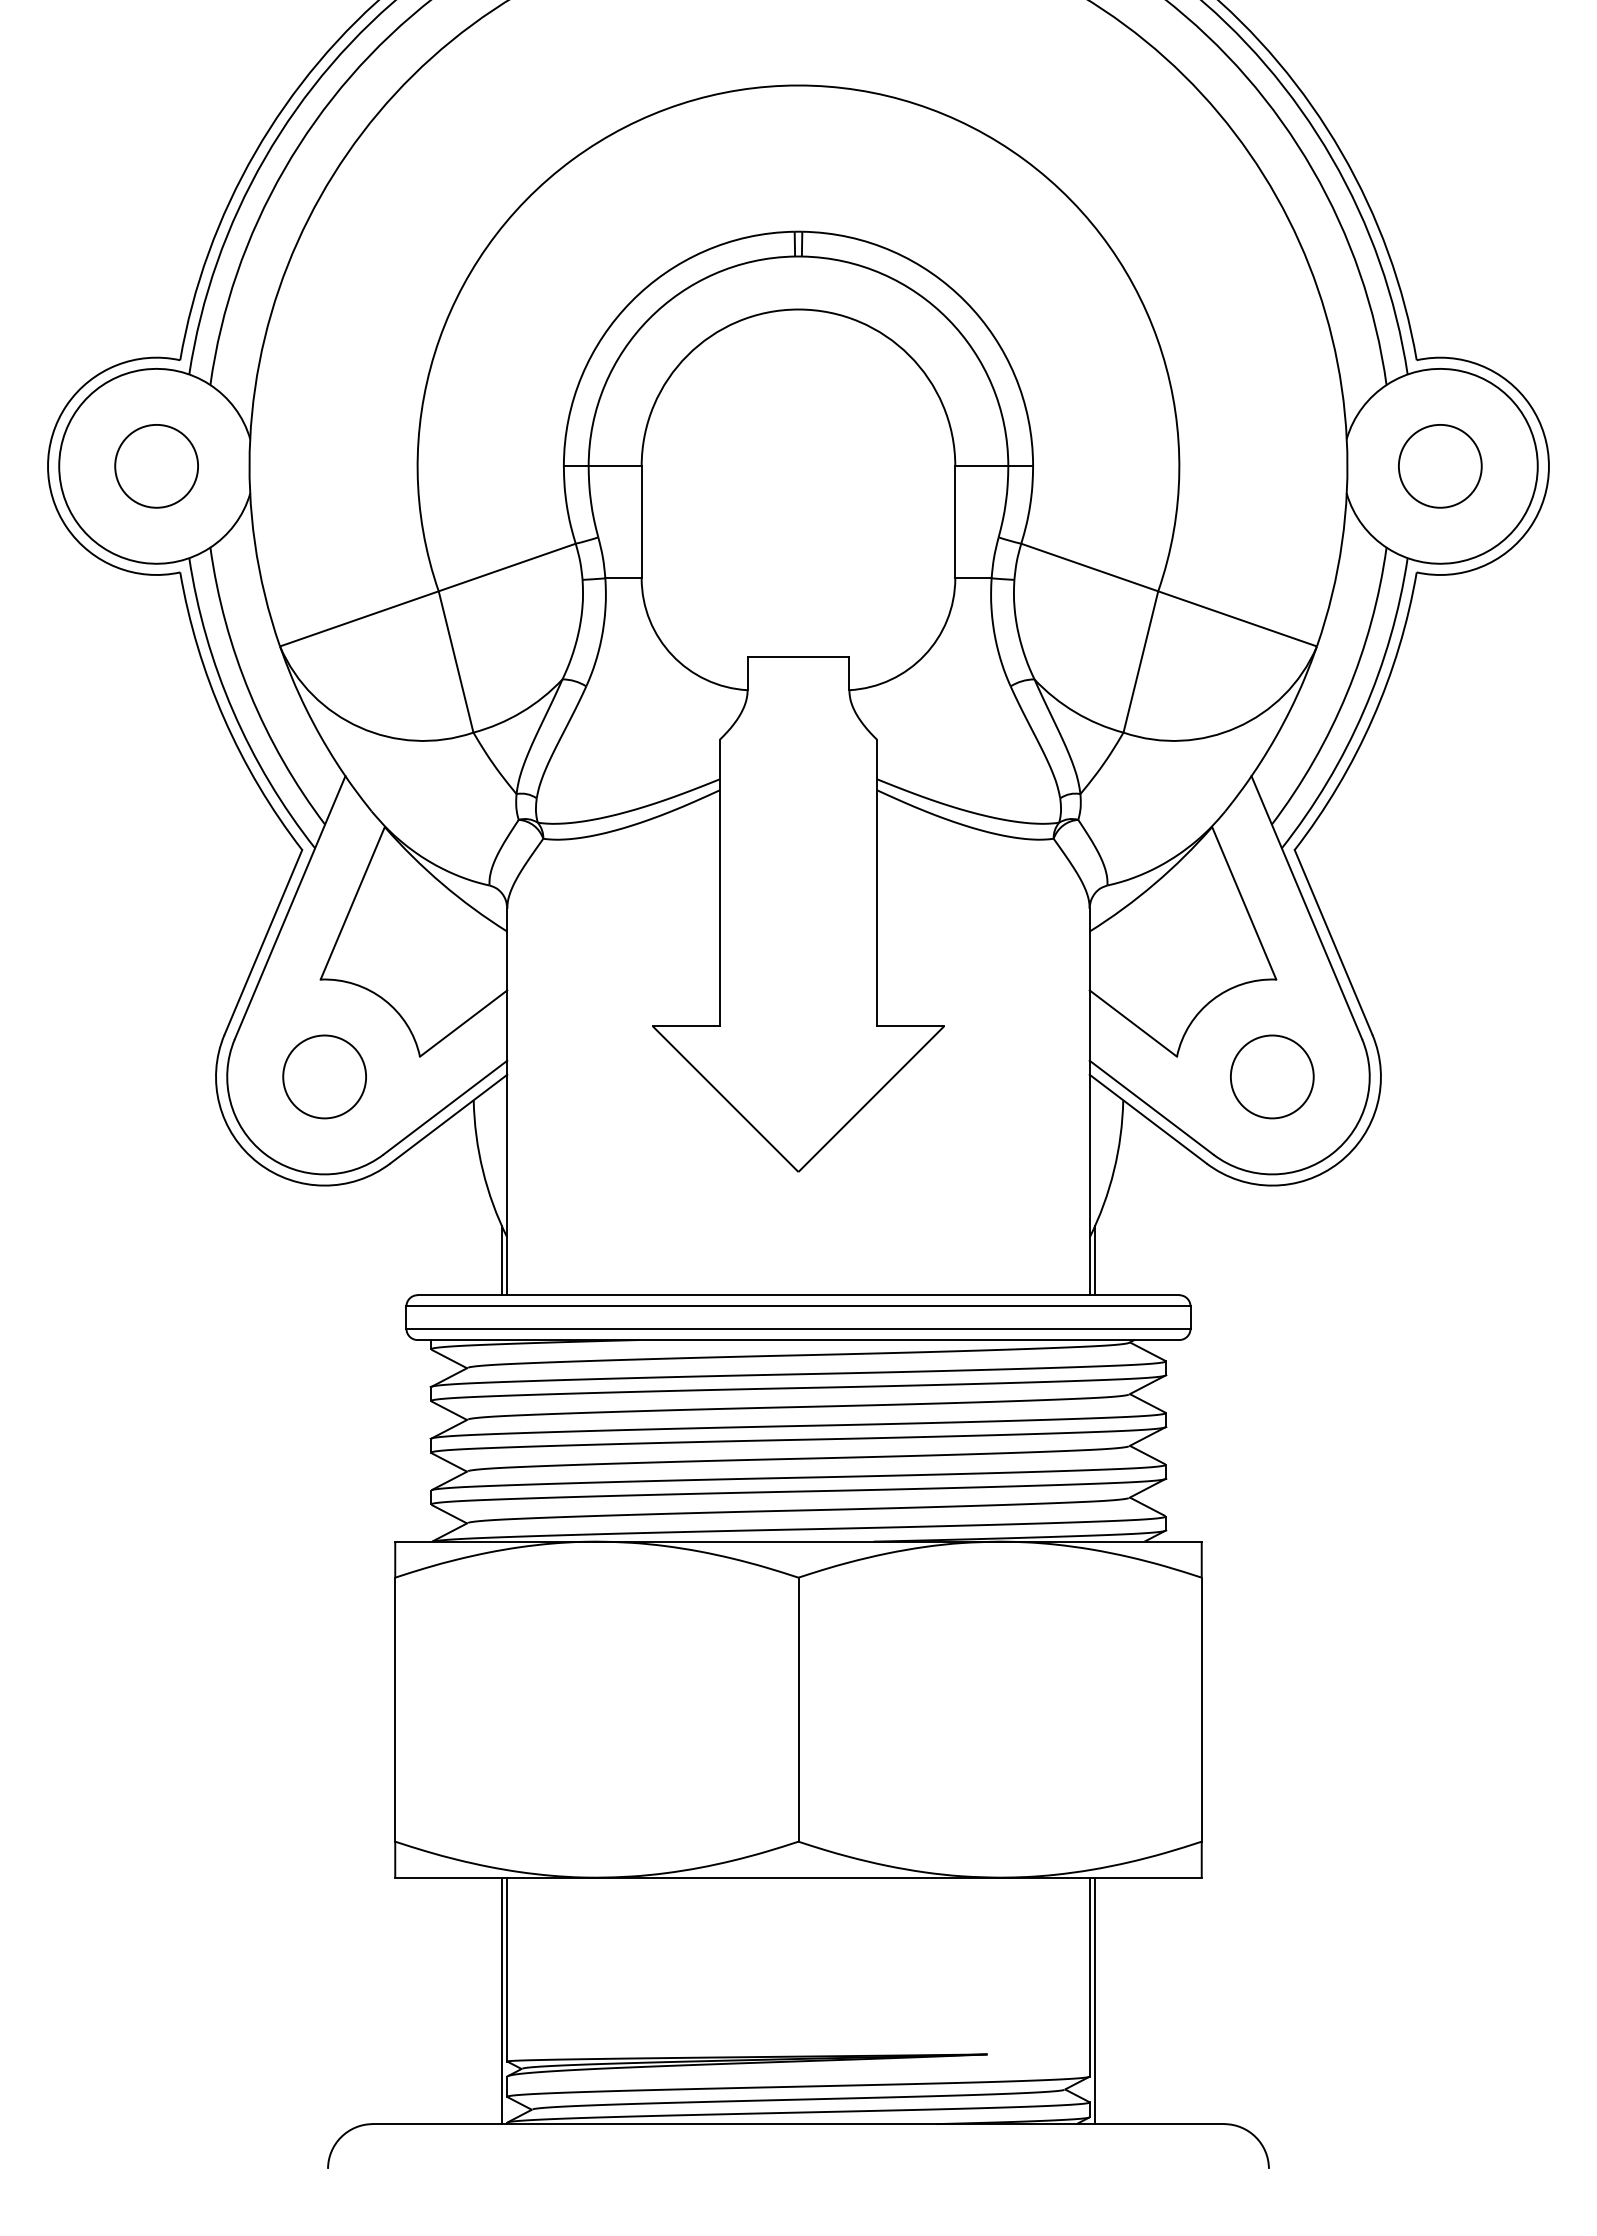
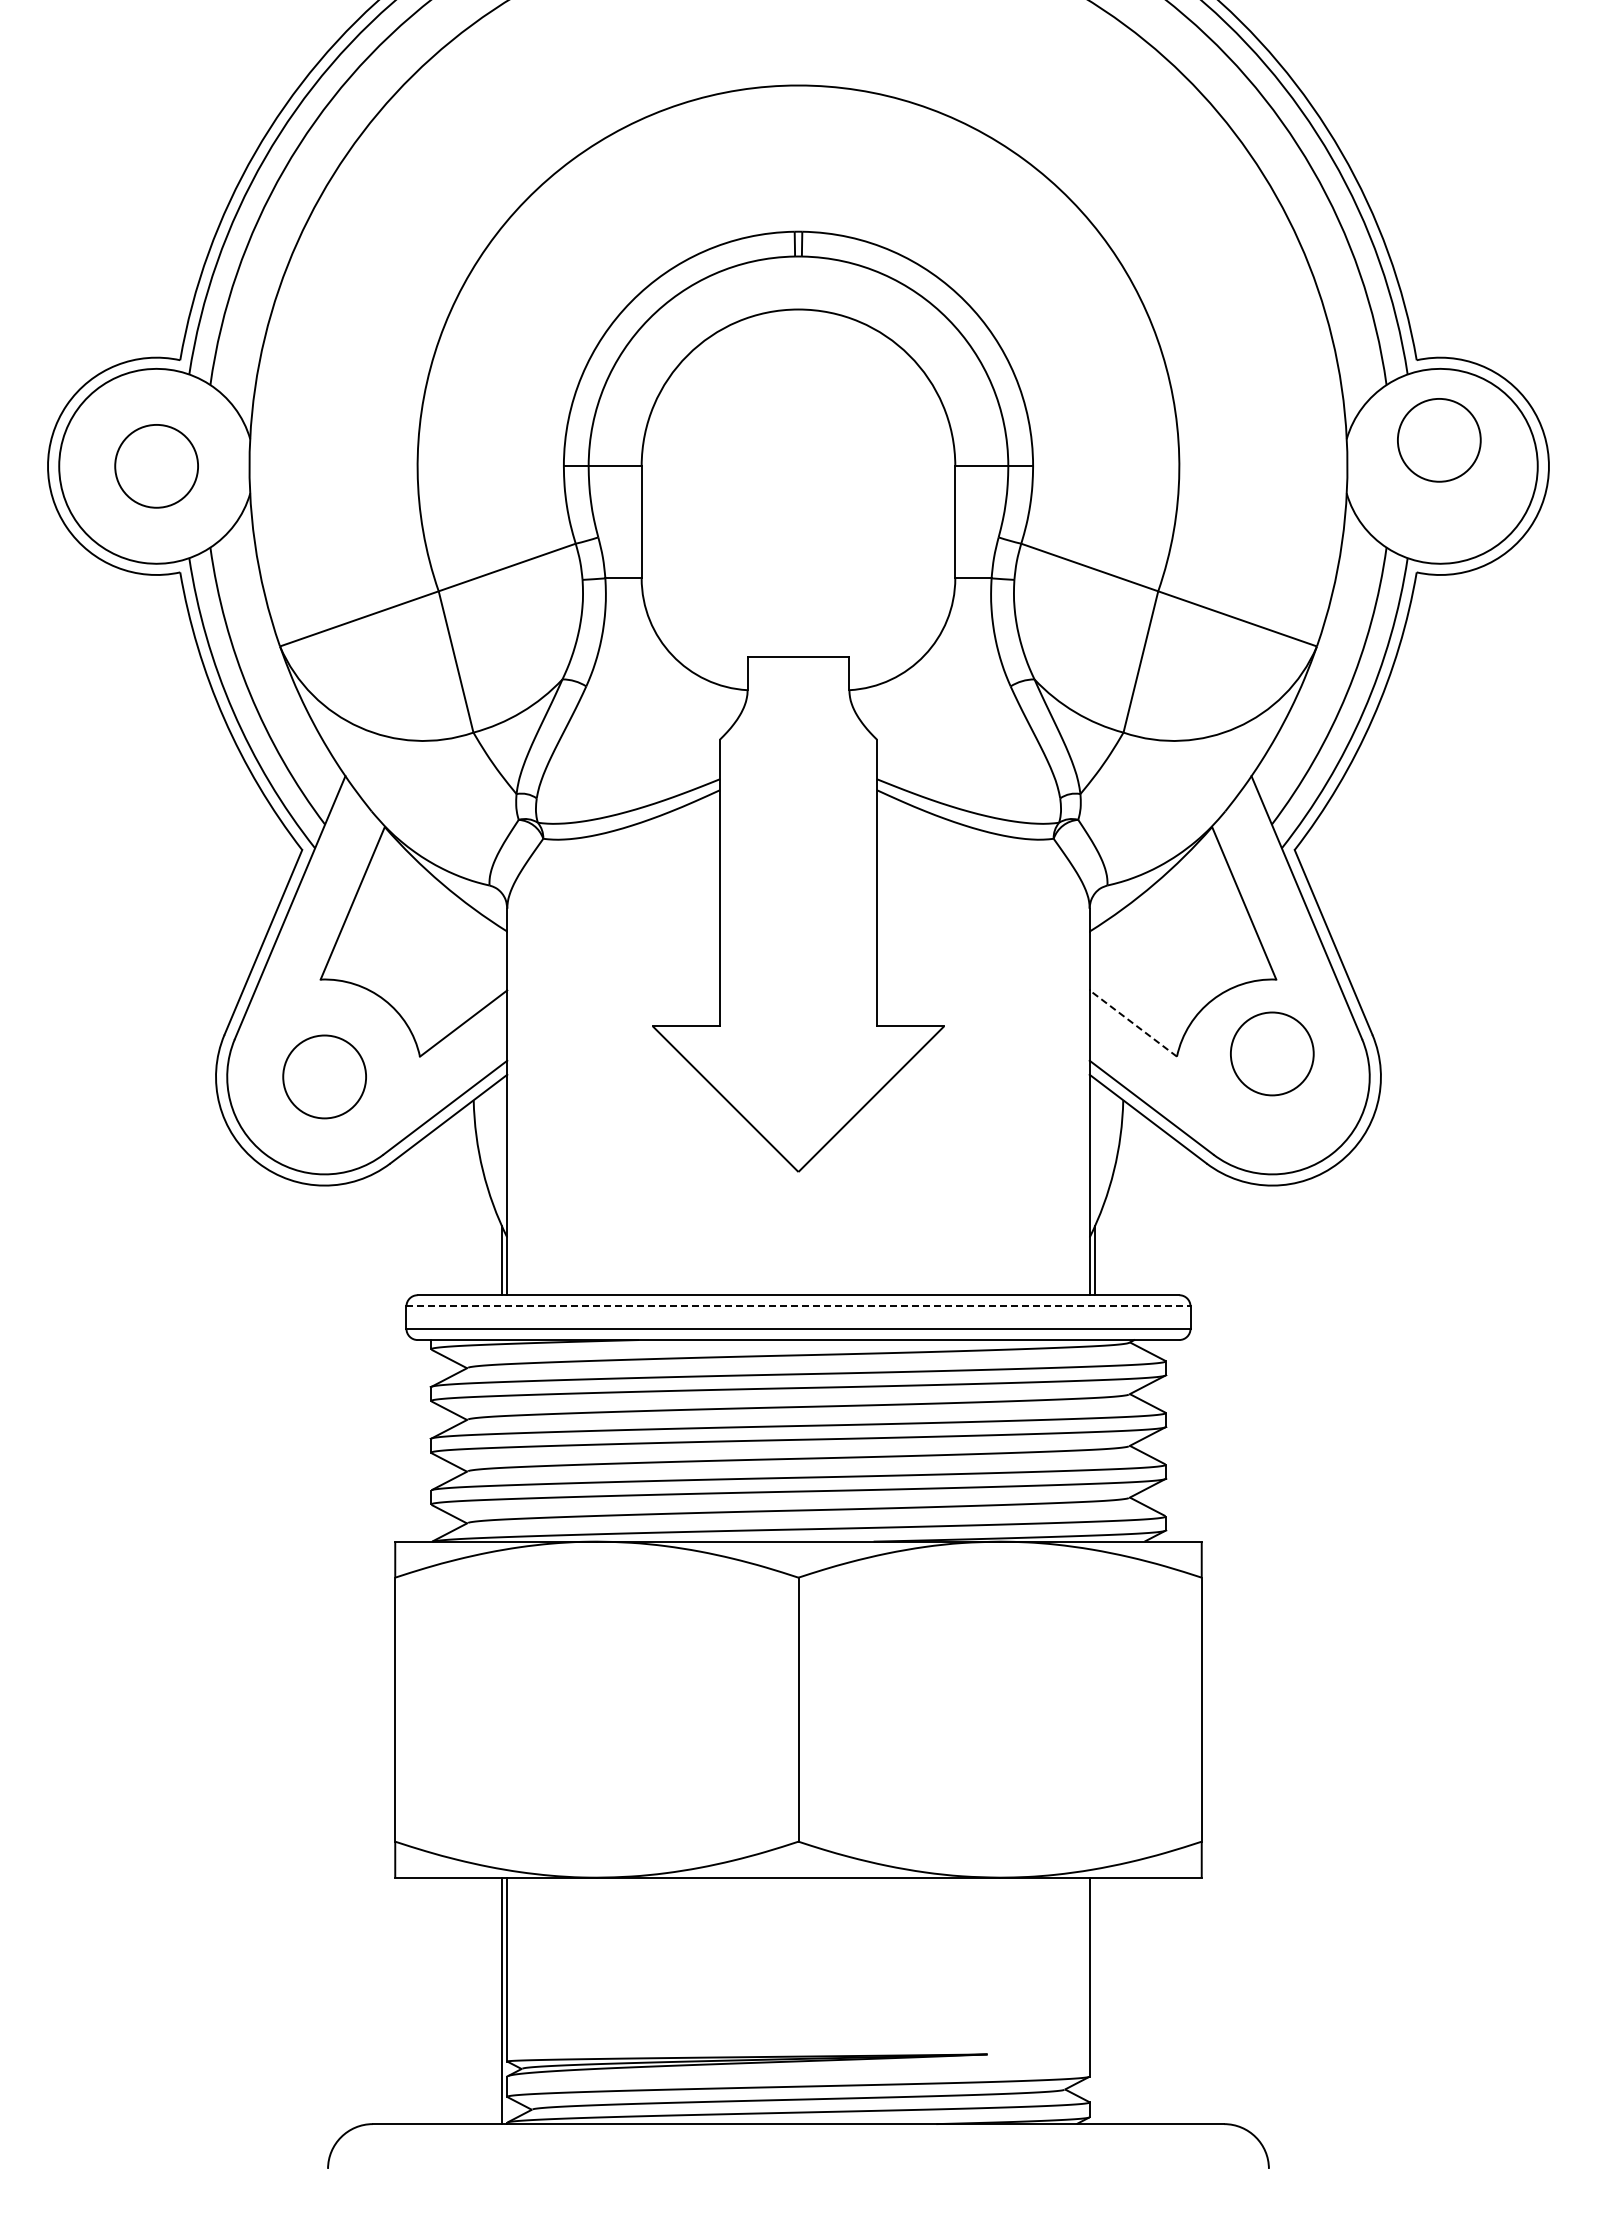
circle at (1440, 466) position: (1440, 466) -> (1439, 440)
line at (1133, 1023): solid -> dashed
circle at (1272, 1076) position: (1272, 1076) -> (1272, 1053)
line at (798, 1306): solid -> dashed
line at (1095, 2000): present -> none
